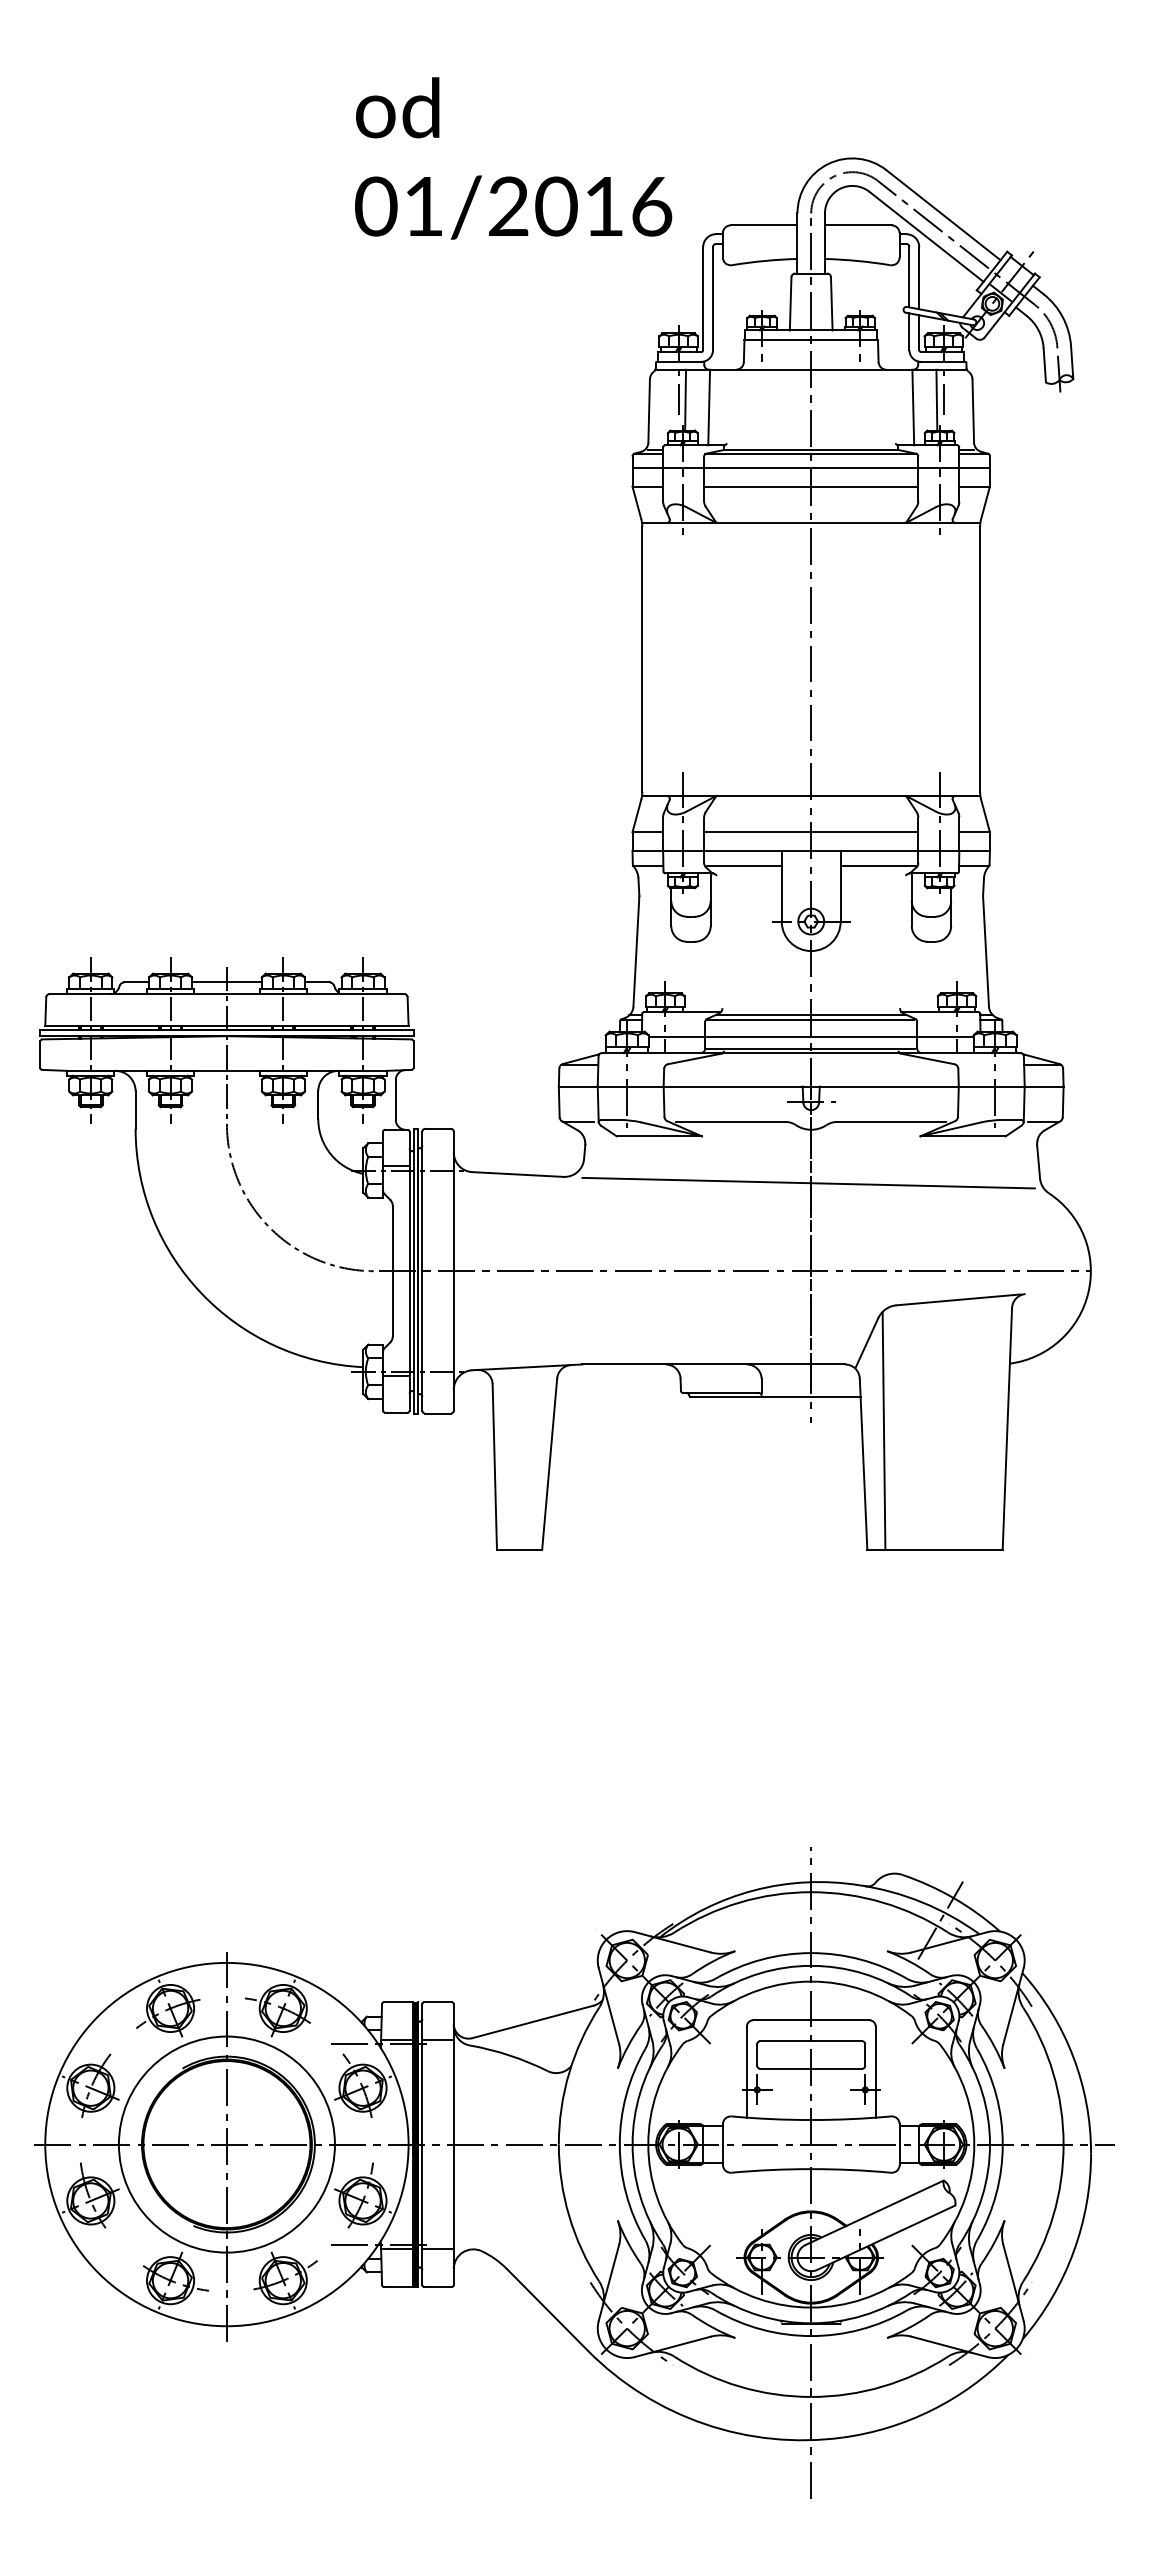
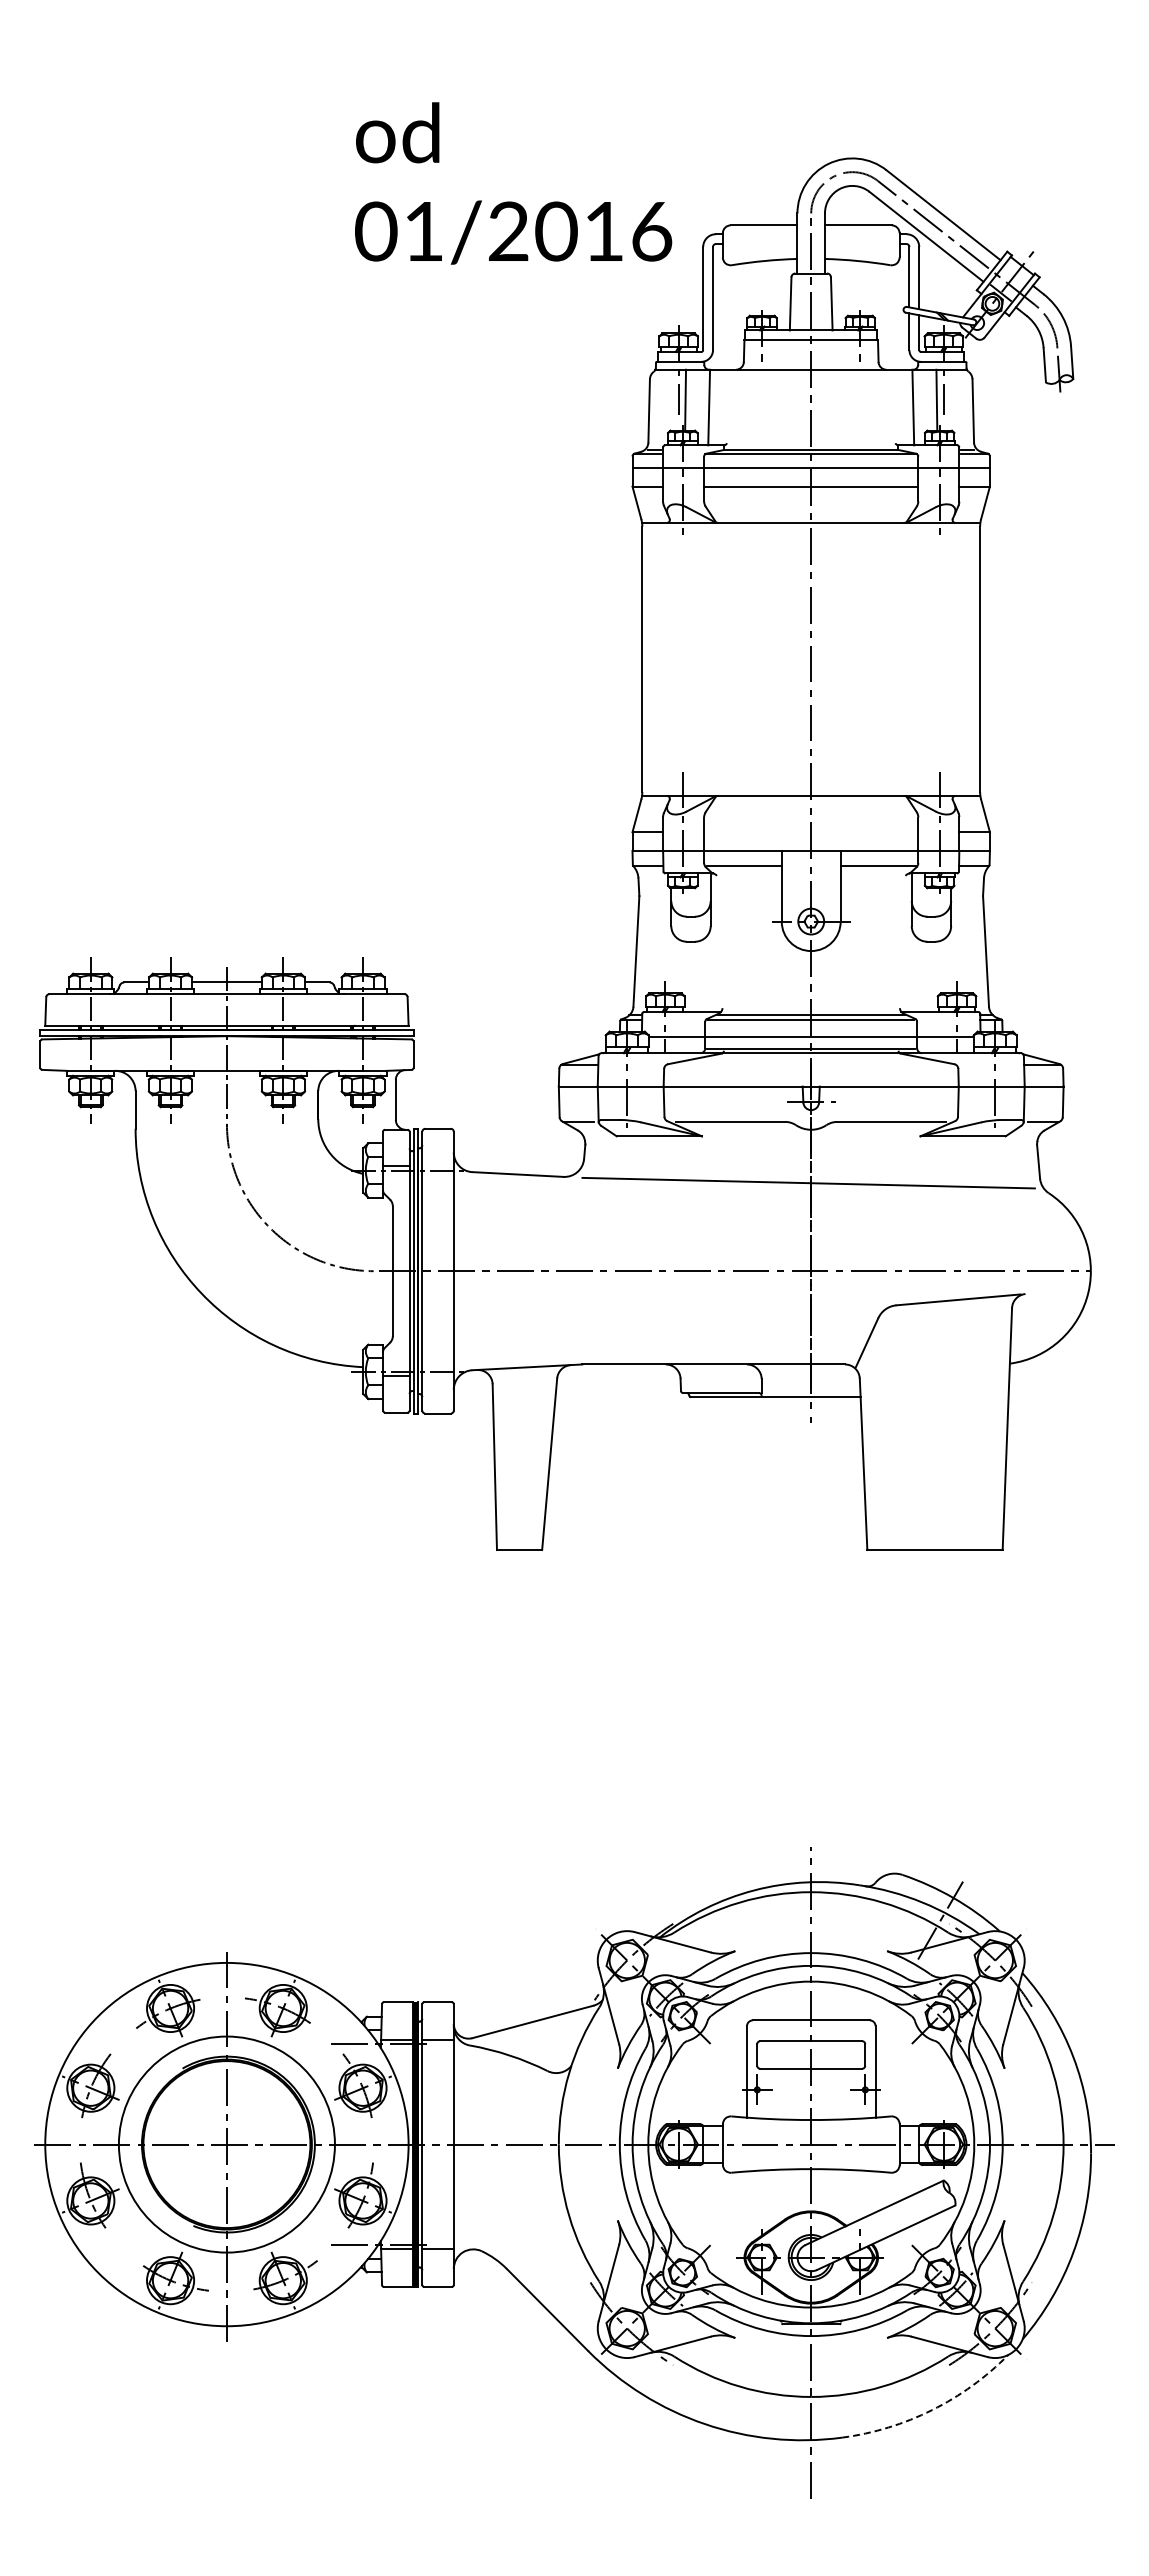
text at (513, 158) position: (513, 158) -> (513, 183)
line at (811, 832): present -> none
line at (883, 1431): present -> none
arc at (932, 2410): solid -> dashed
